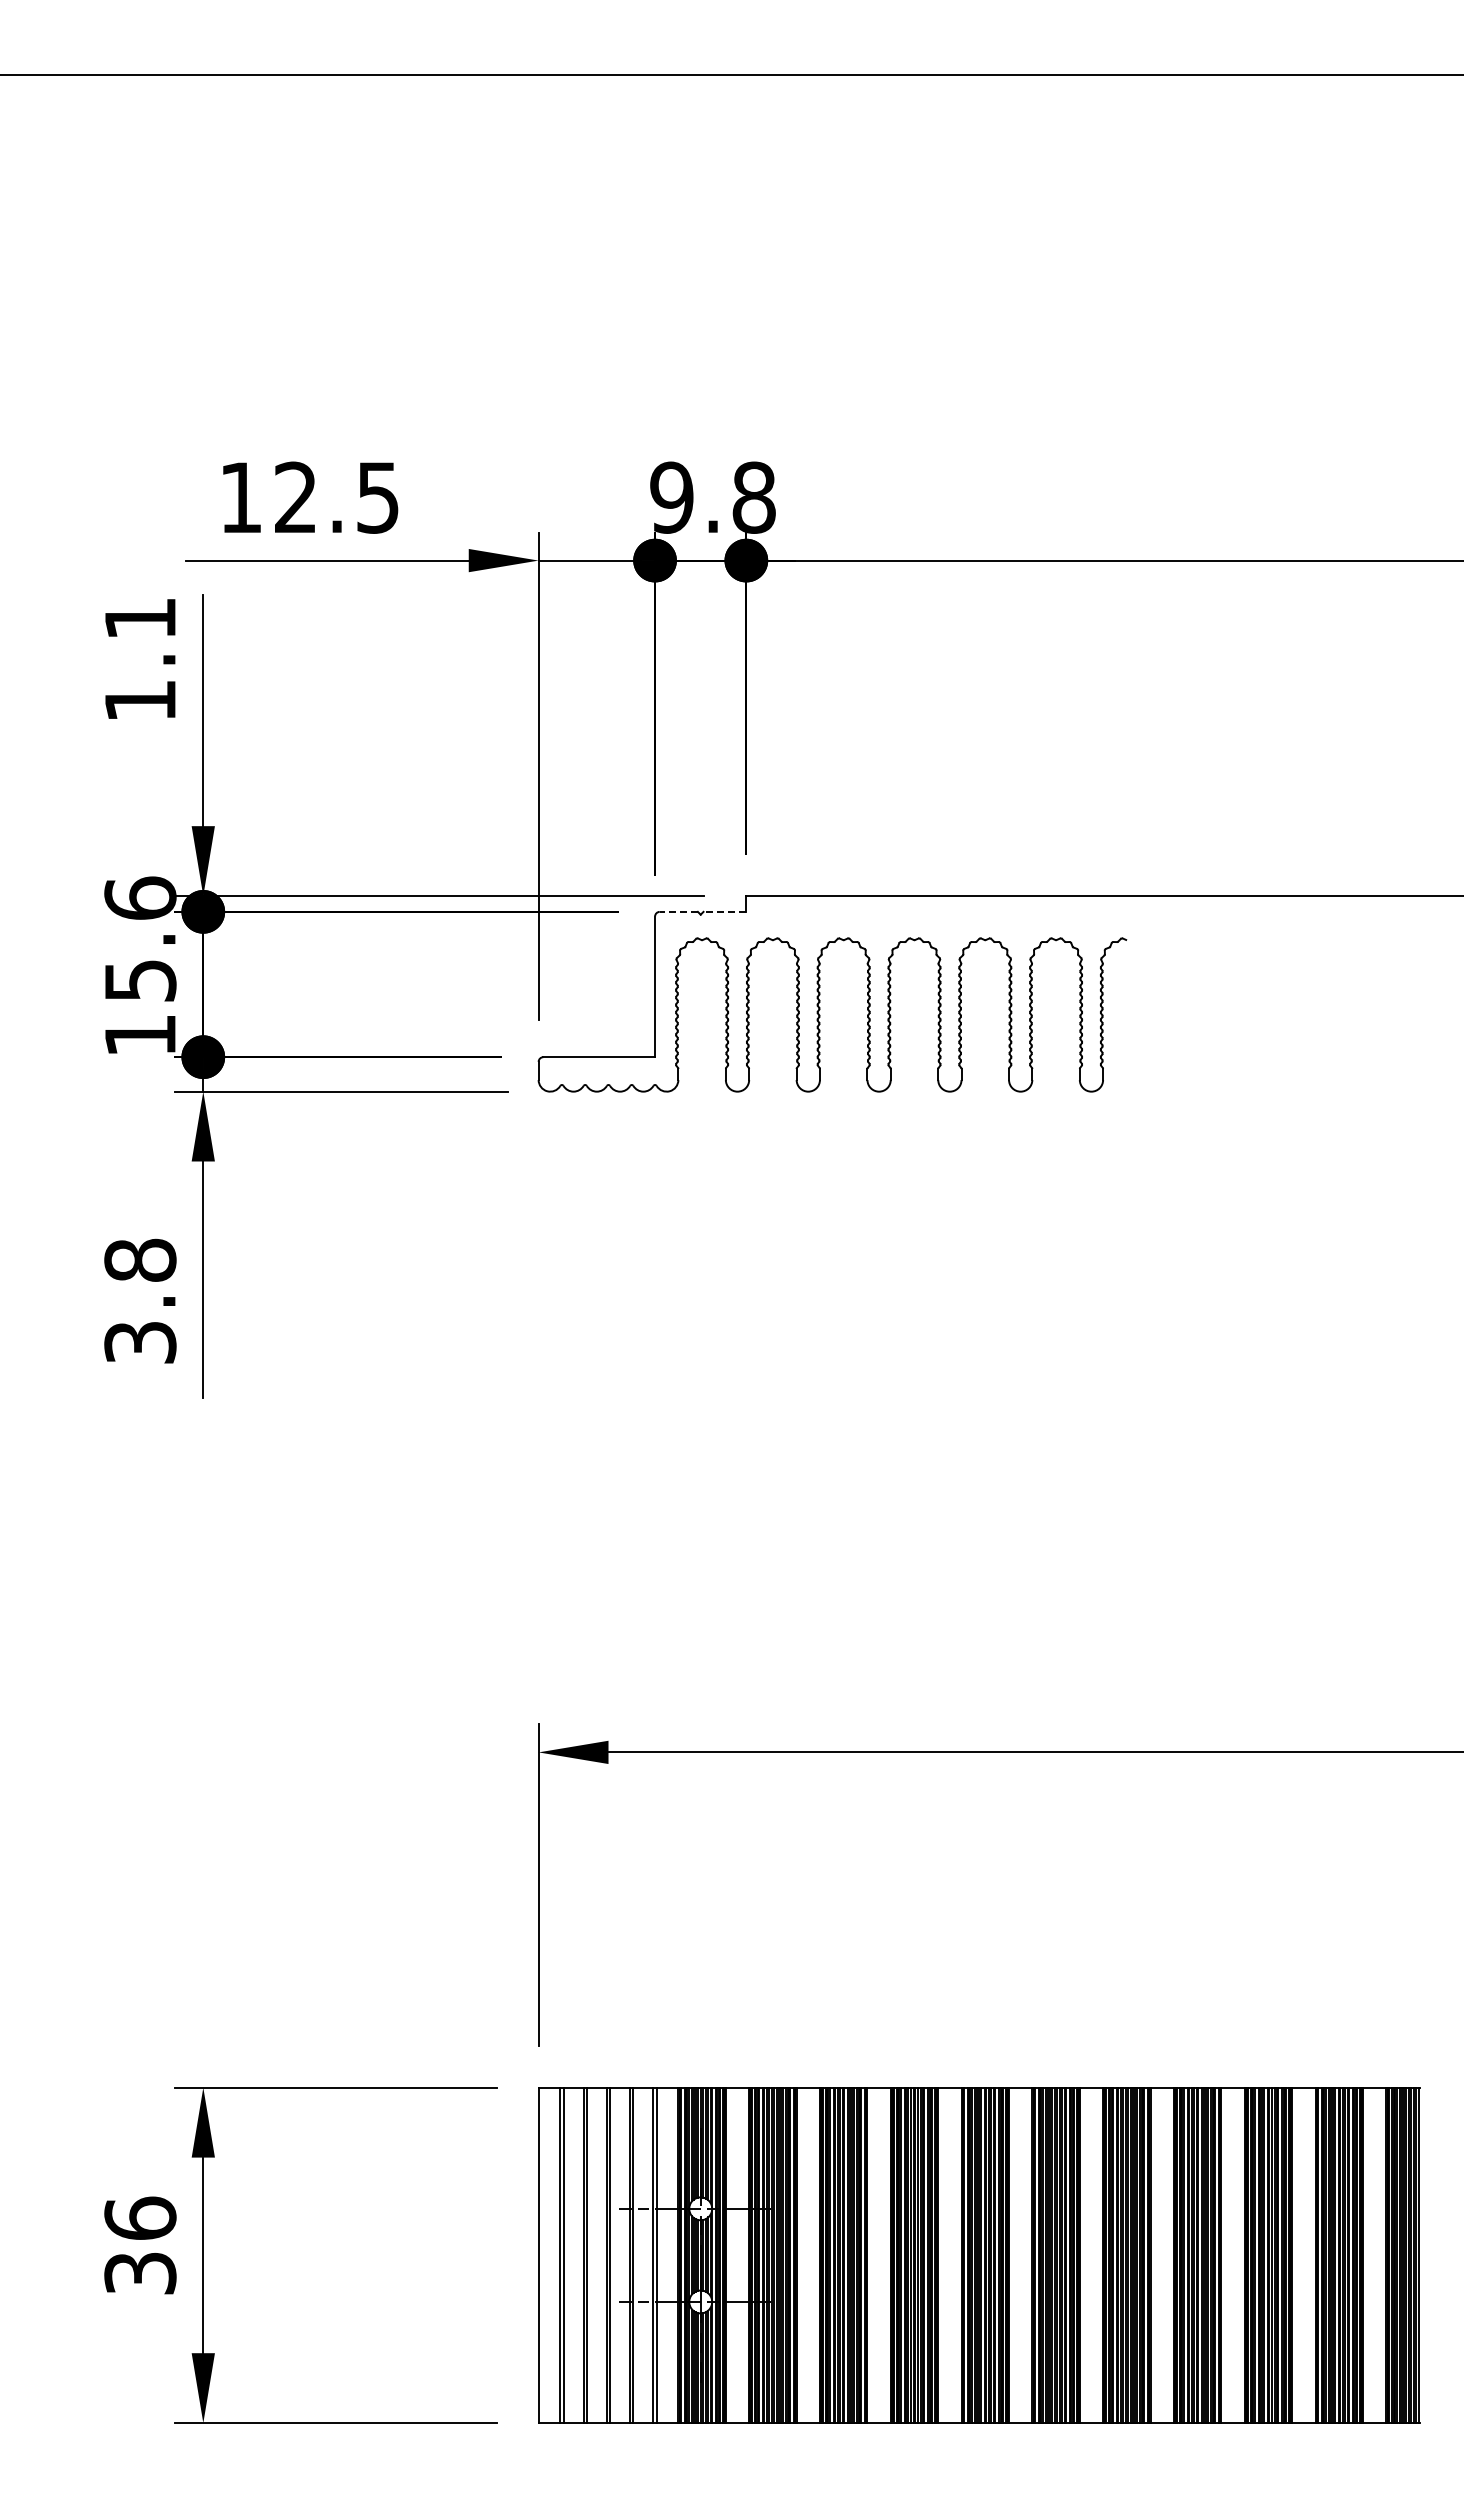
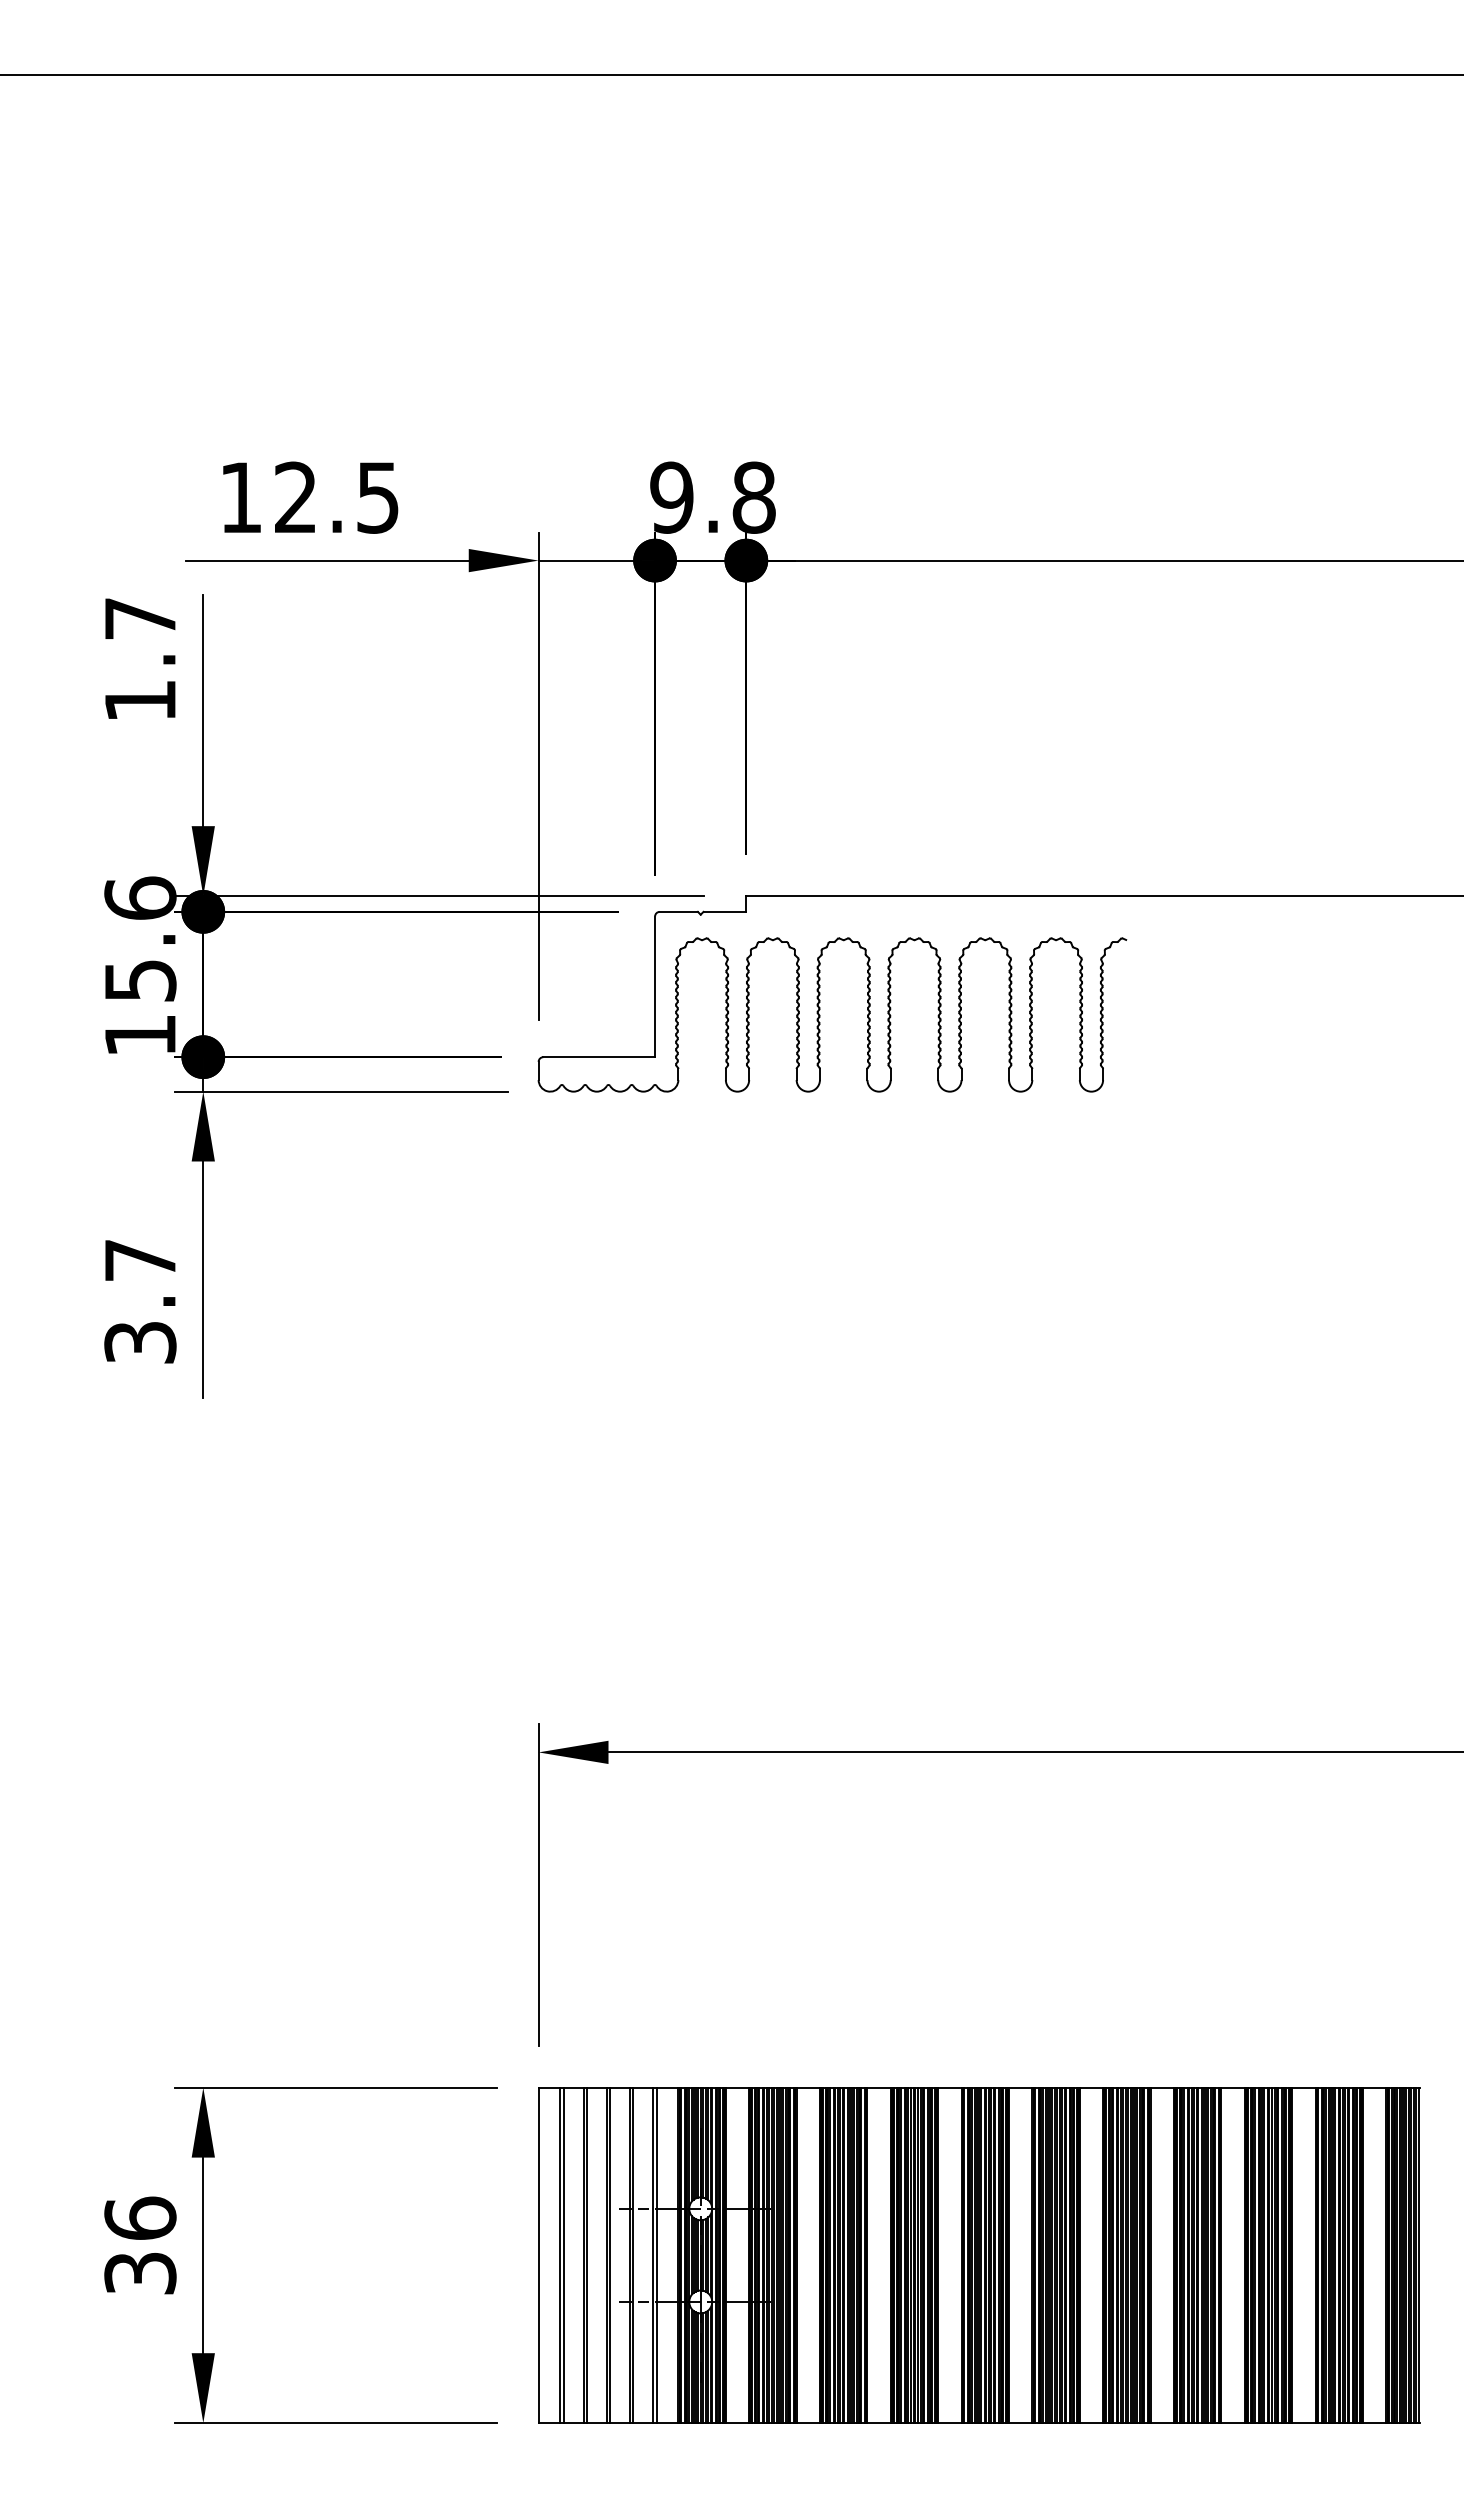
text at (140, 618): 1.1 -> 1.7
line at (678, 911): dashed -> solid
line at (724, 911): dashed -> solid
text at (140, 1259): 3.8 -> 3.7
